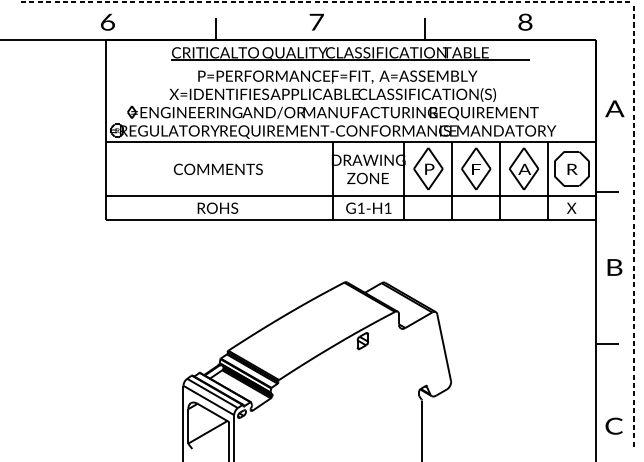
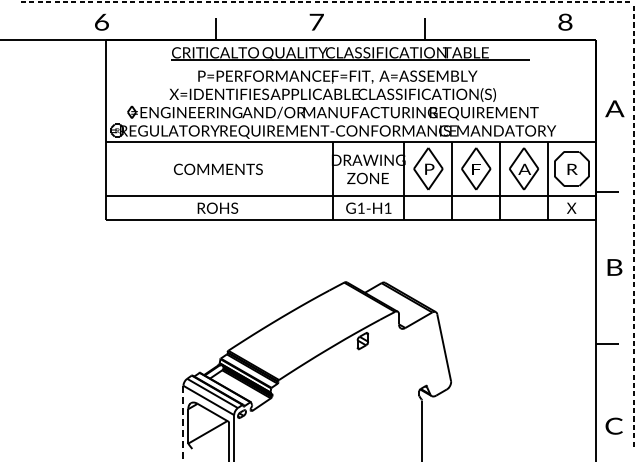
text at (107, 21) position: (107, 21) -> (101, 21)
text at (525, 21) position: (525, 21) -> (565, 21)
line at (183, 423): solid -> dashed
